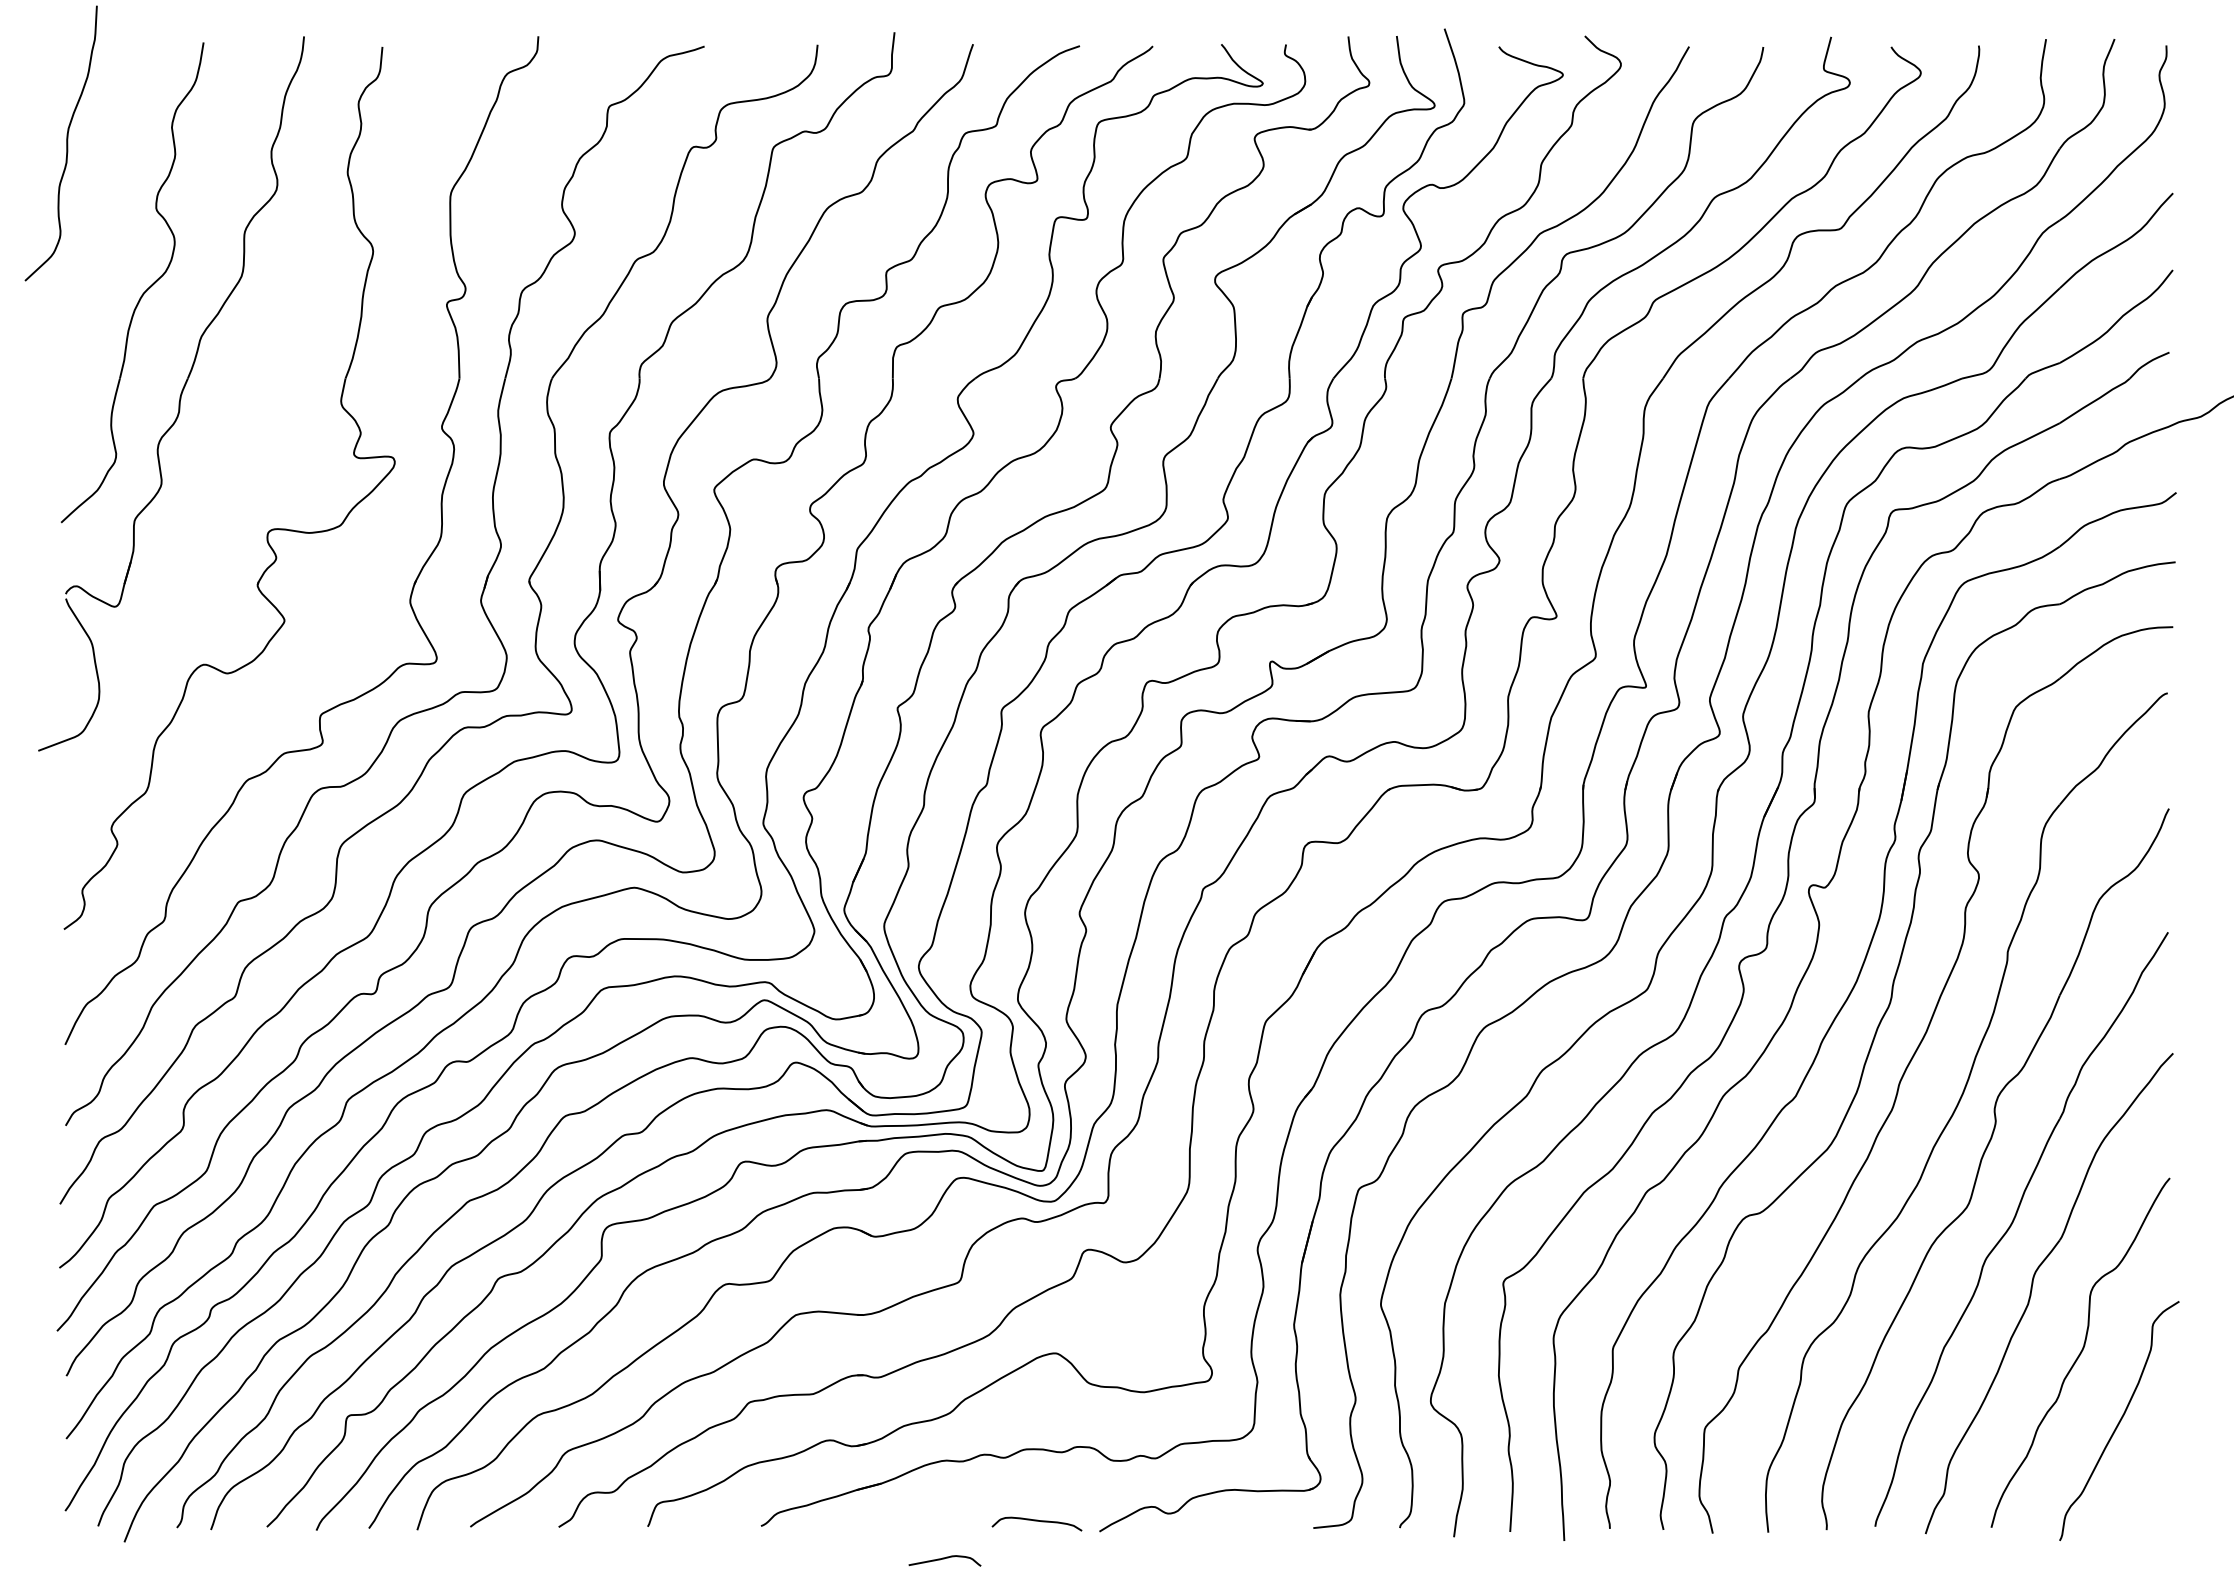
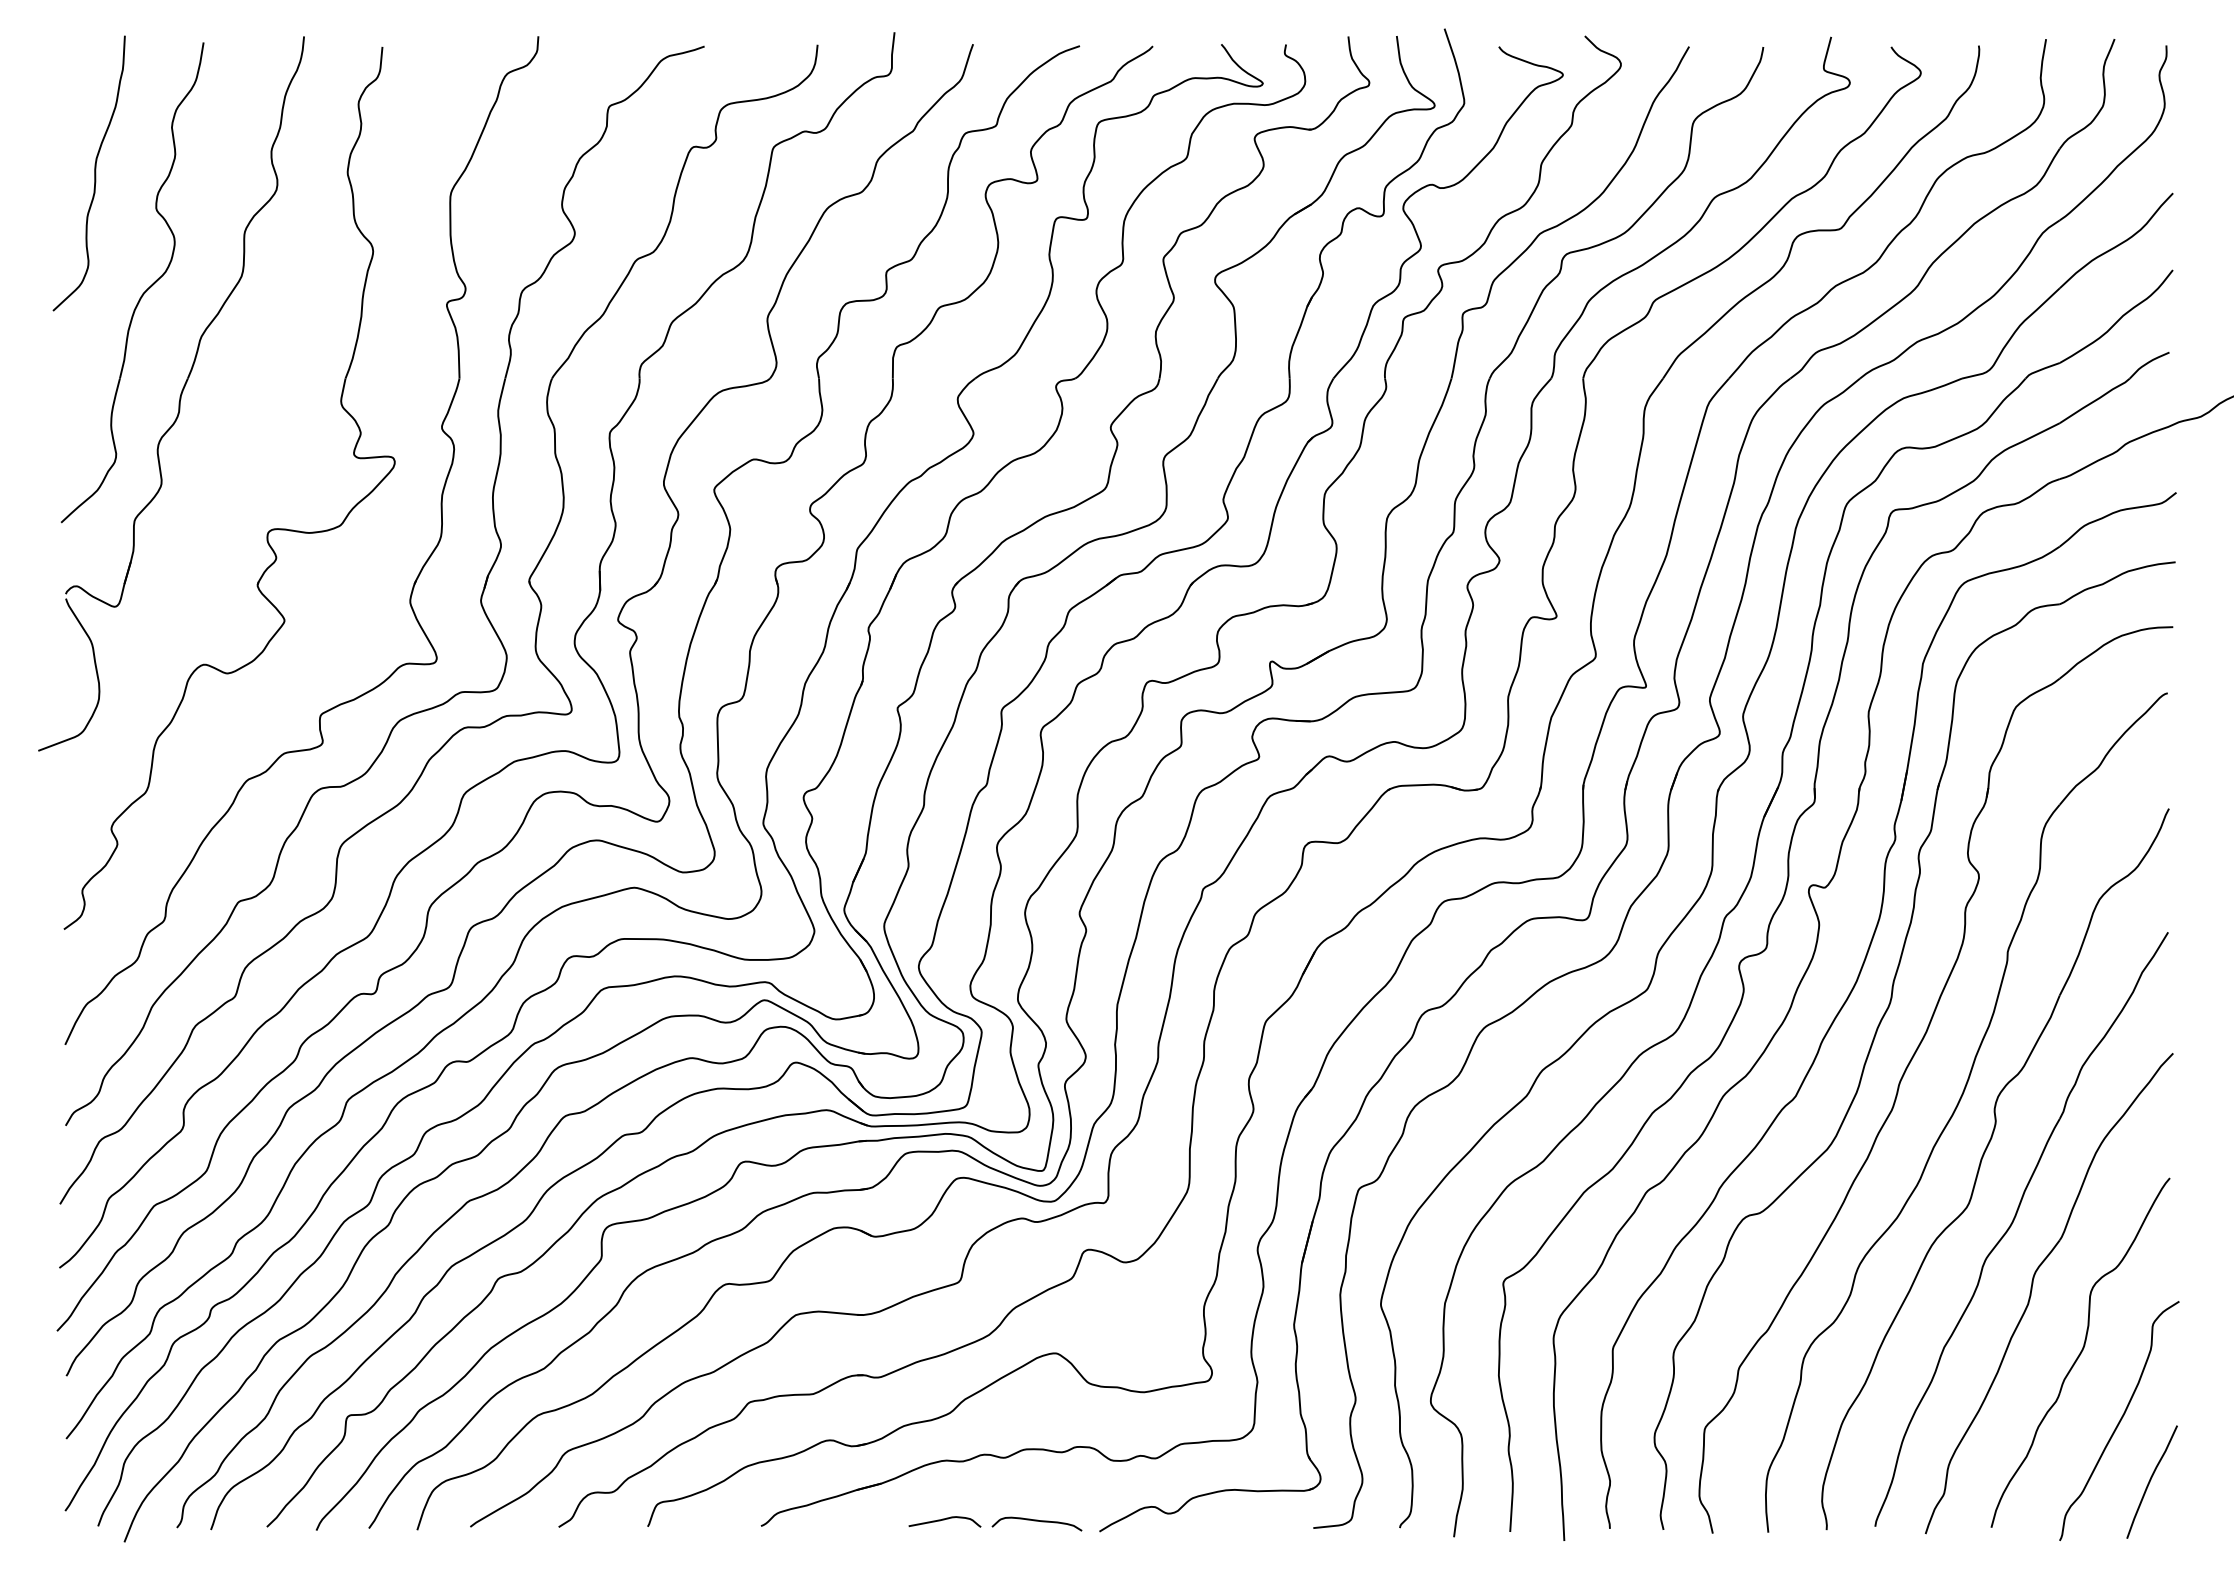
curve at (66, 143) position: (66, 143) -> (94, 173)
curve at (2151, 1480): none -> present
curve at (944, 1559) position: (944, 1559) -> (944, 1520)
